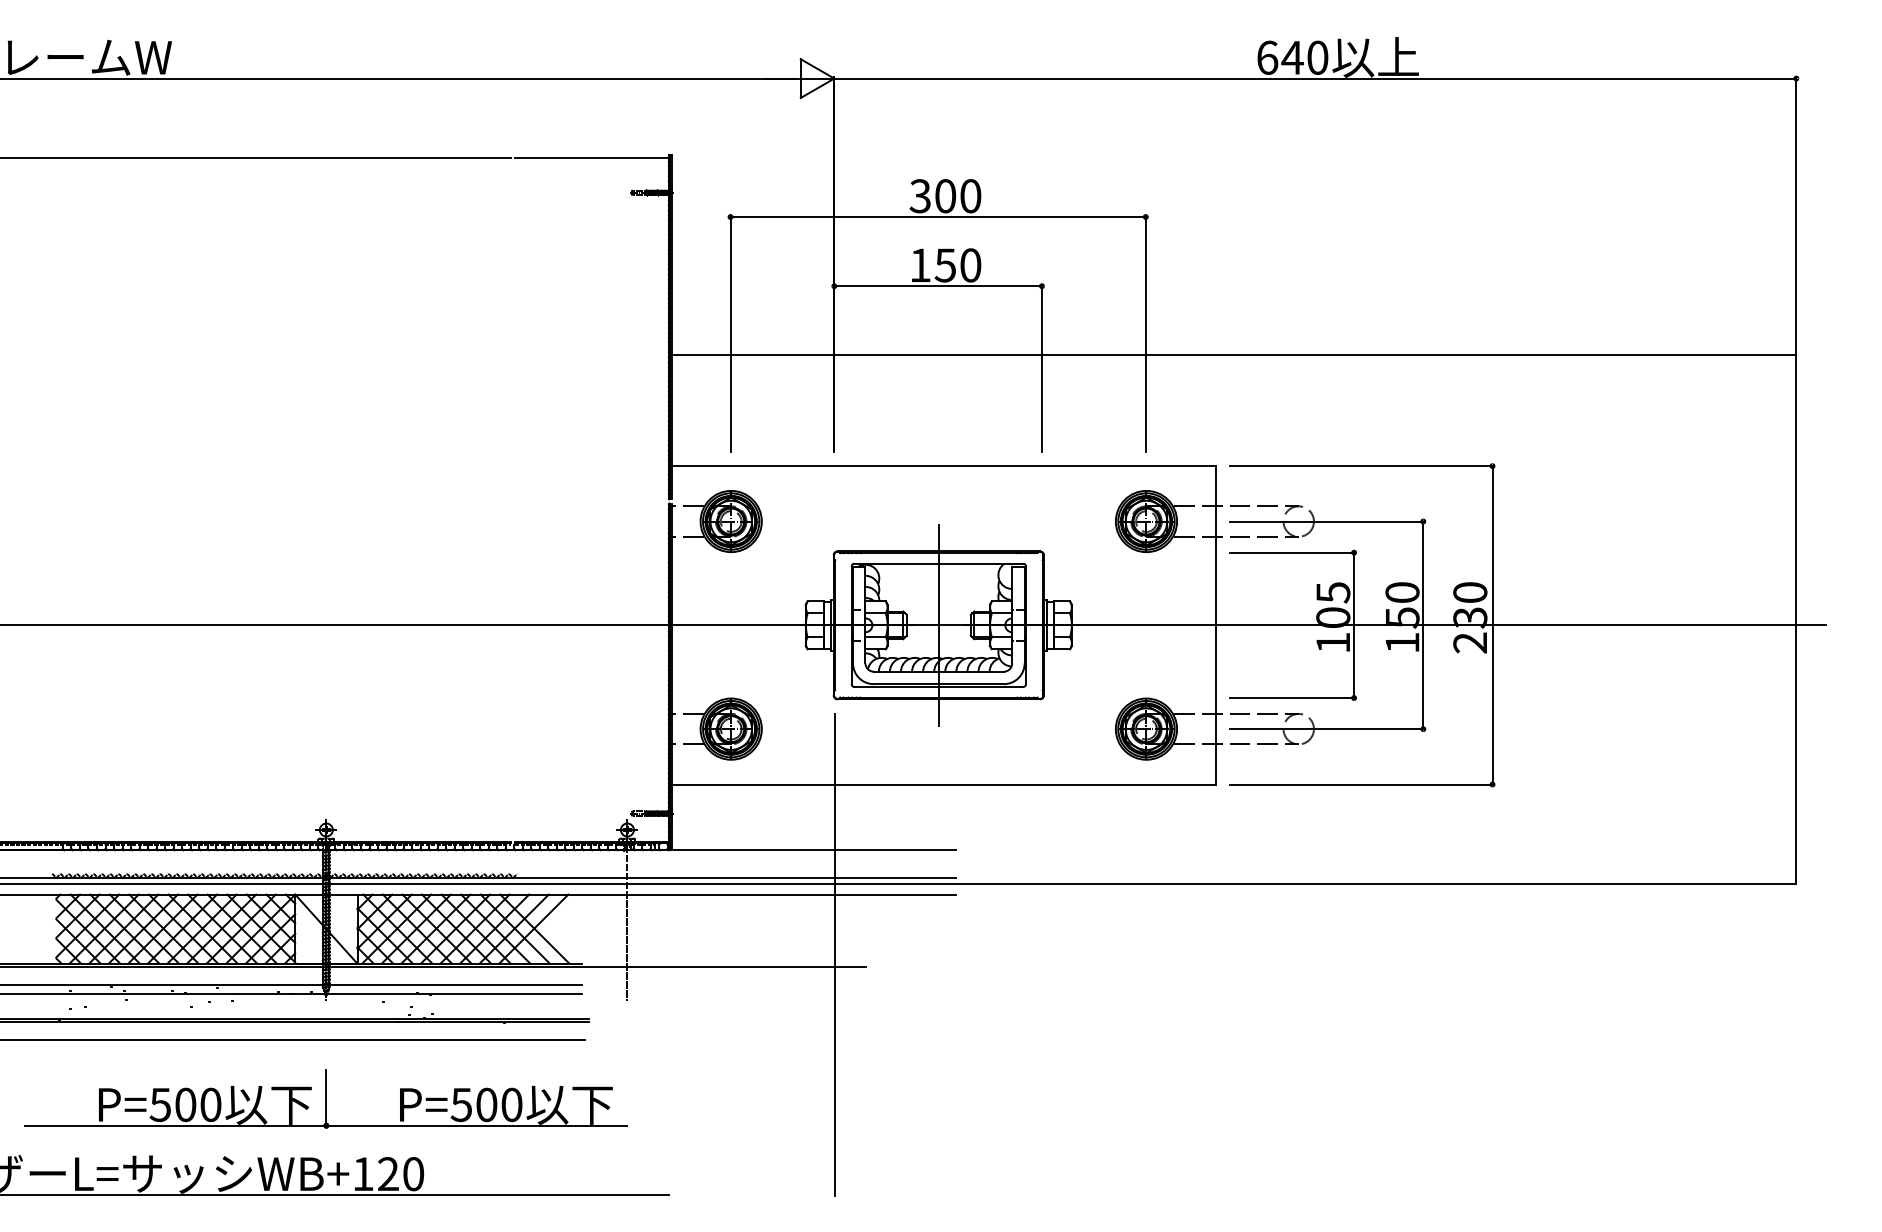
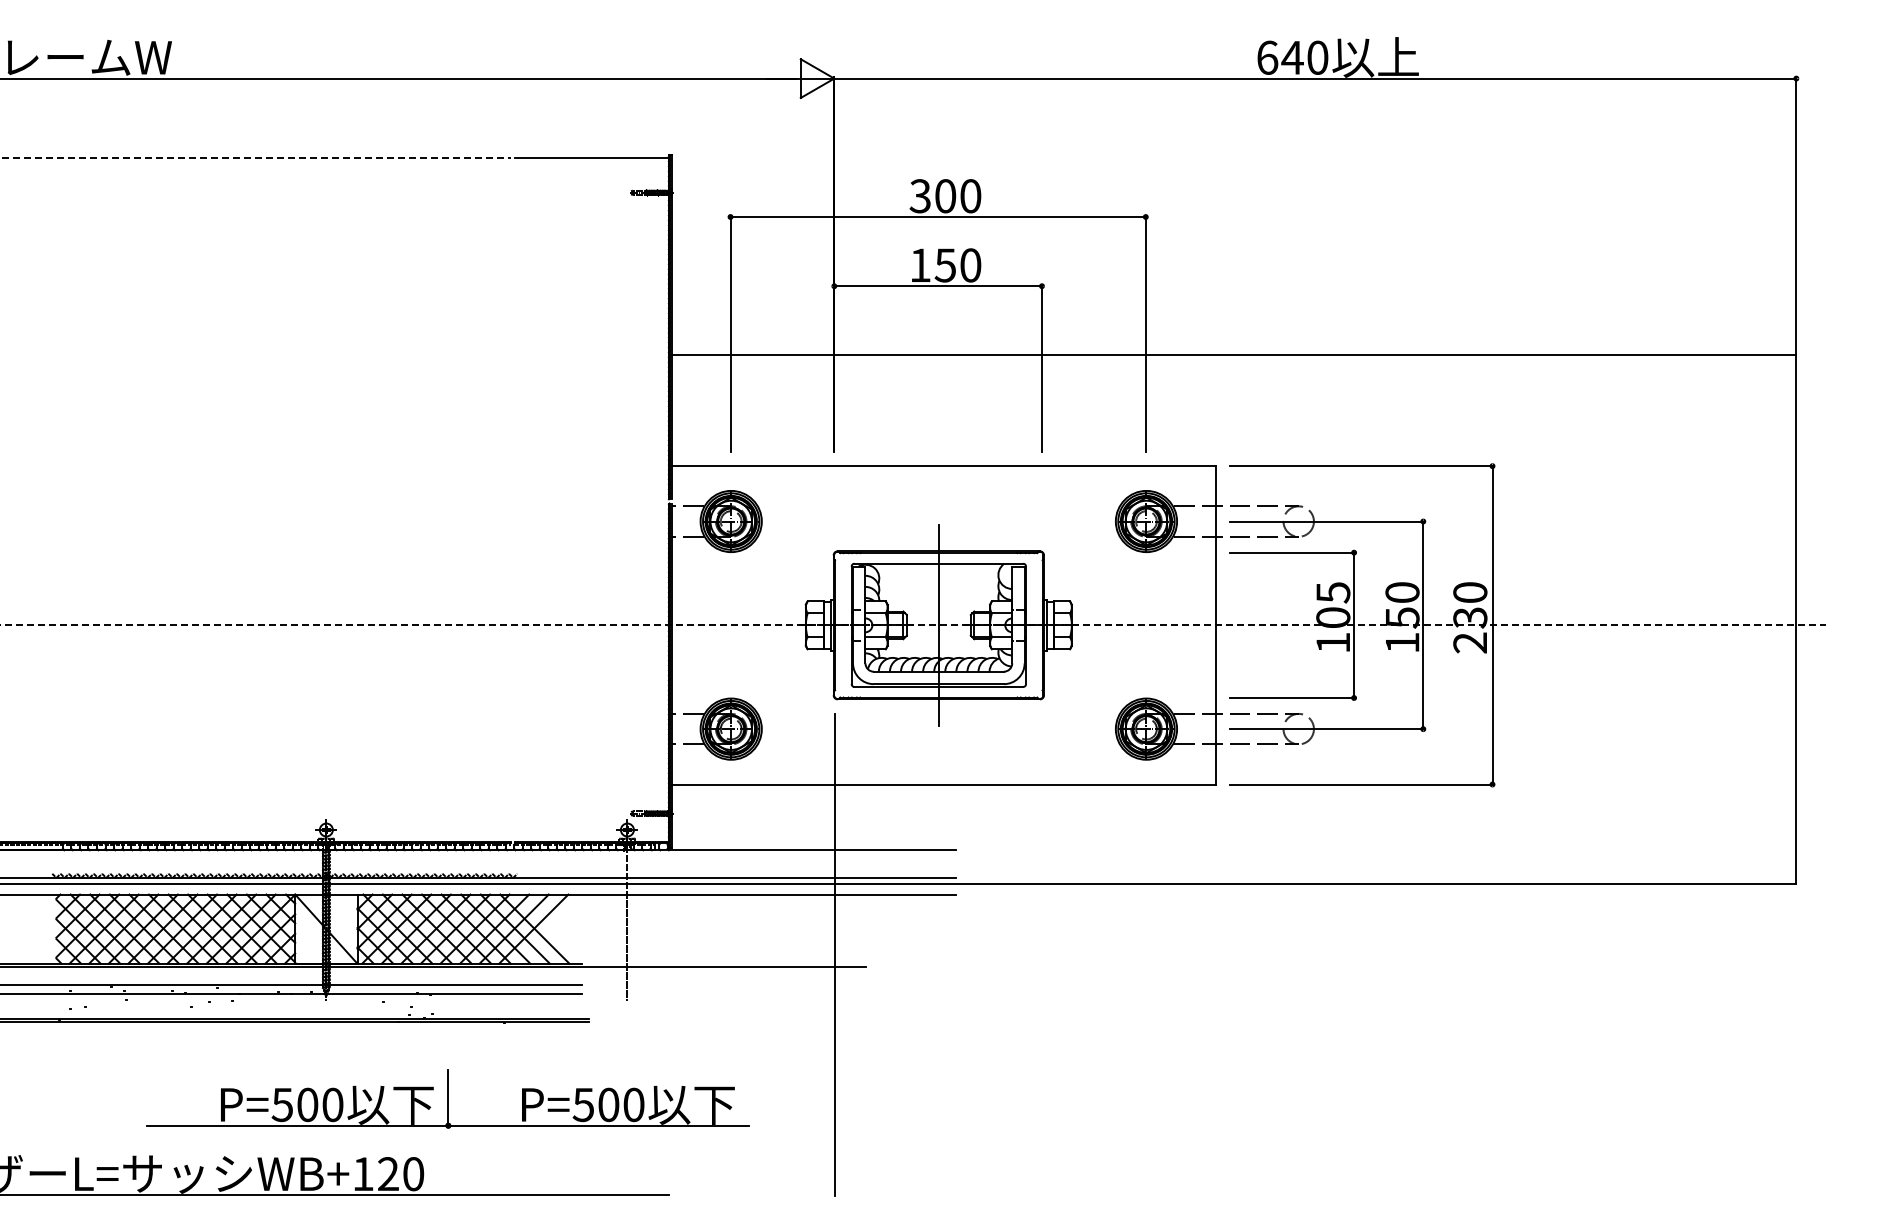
line at (256, 158): solid -> dashed
line at (913, 625): solid -> dashed
line at (293, 1039): present -> none
part at (325, 1098) position: (325, 1098) -> (447, 1098)
